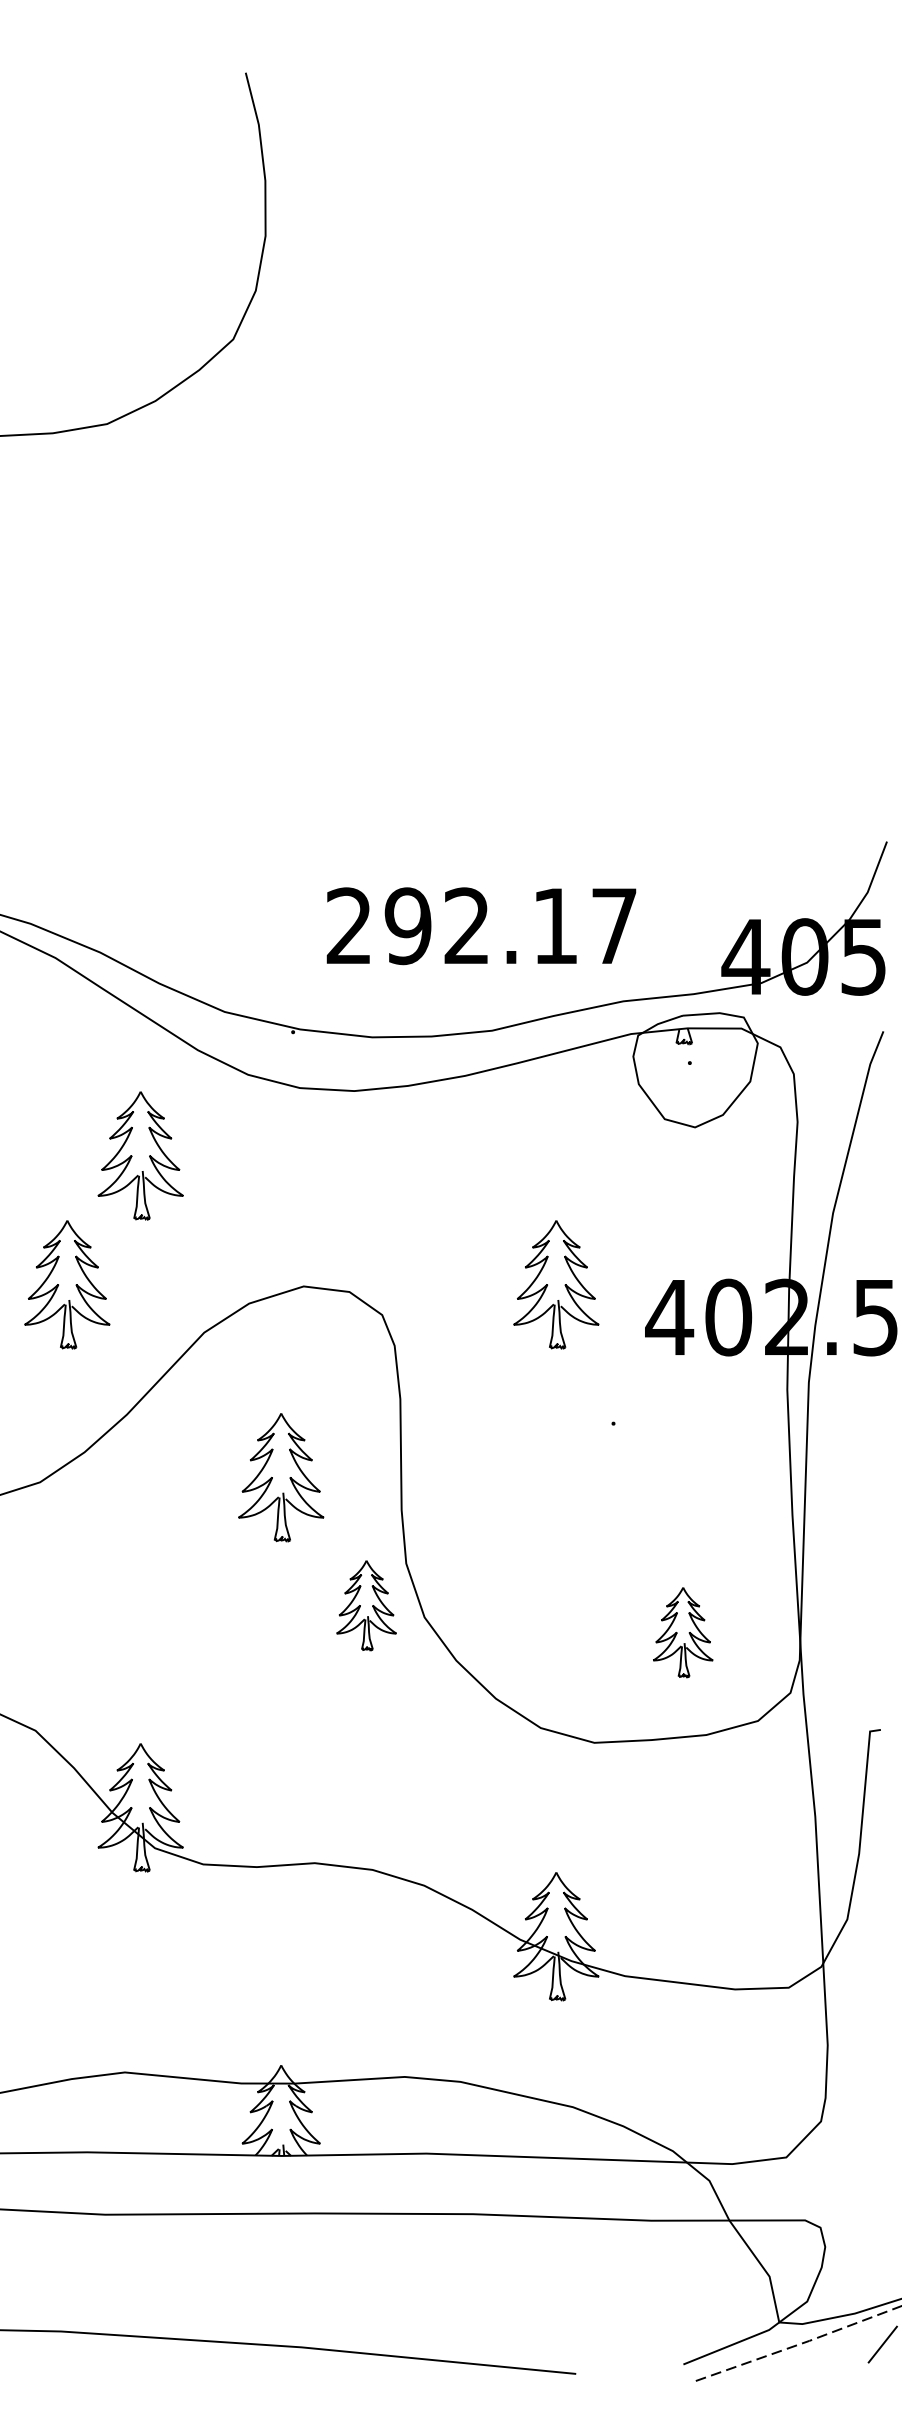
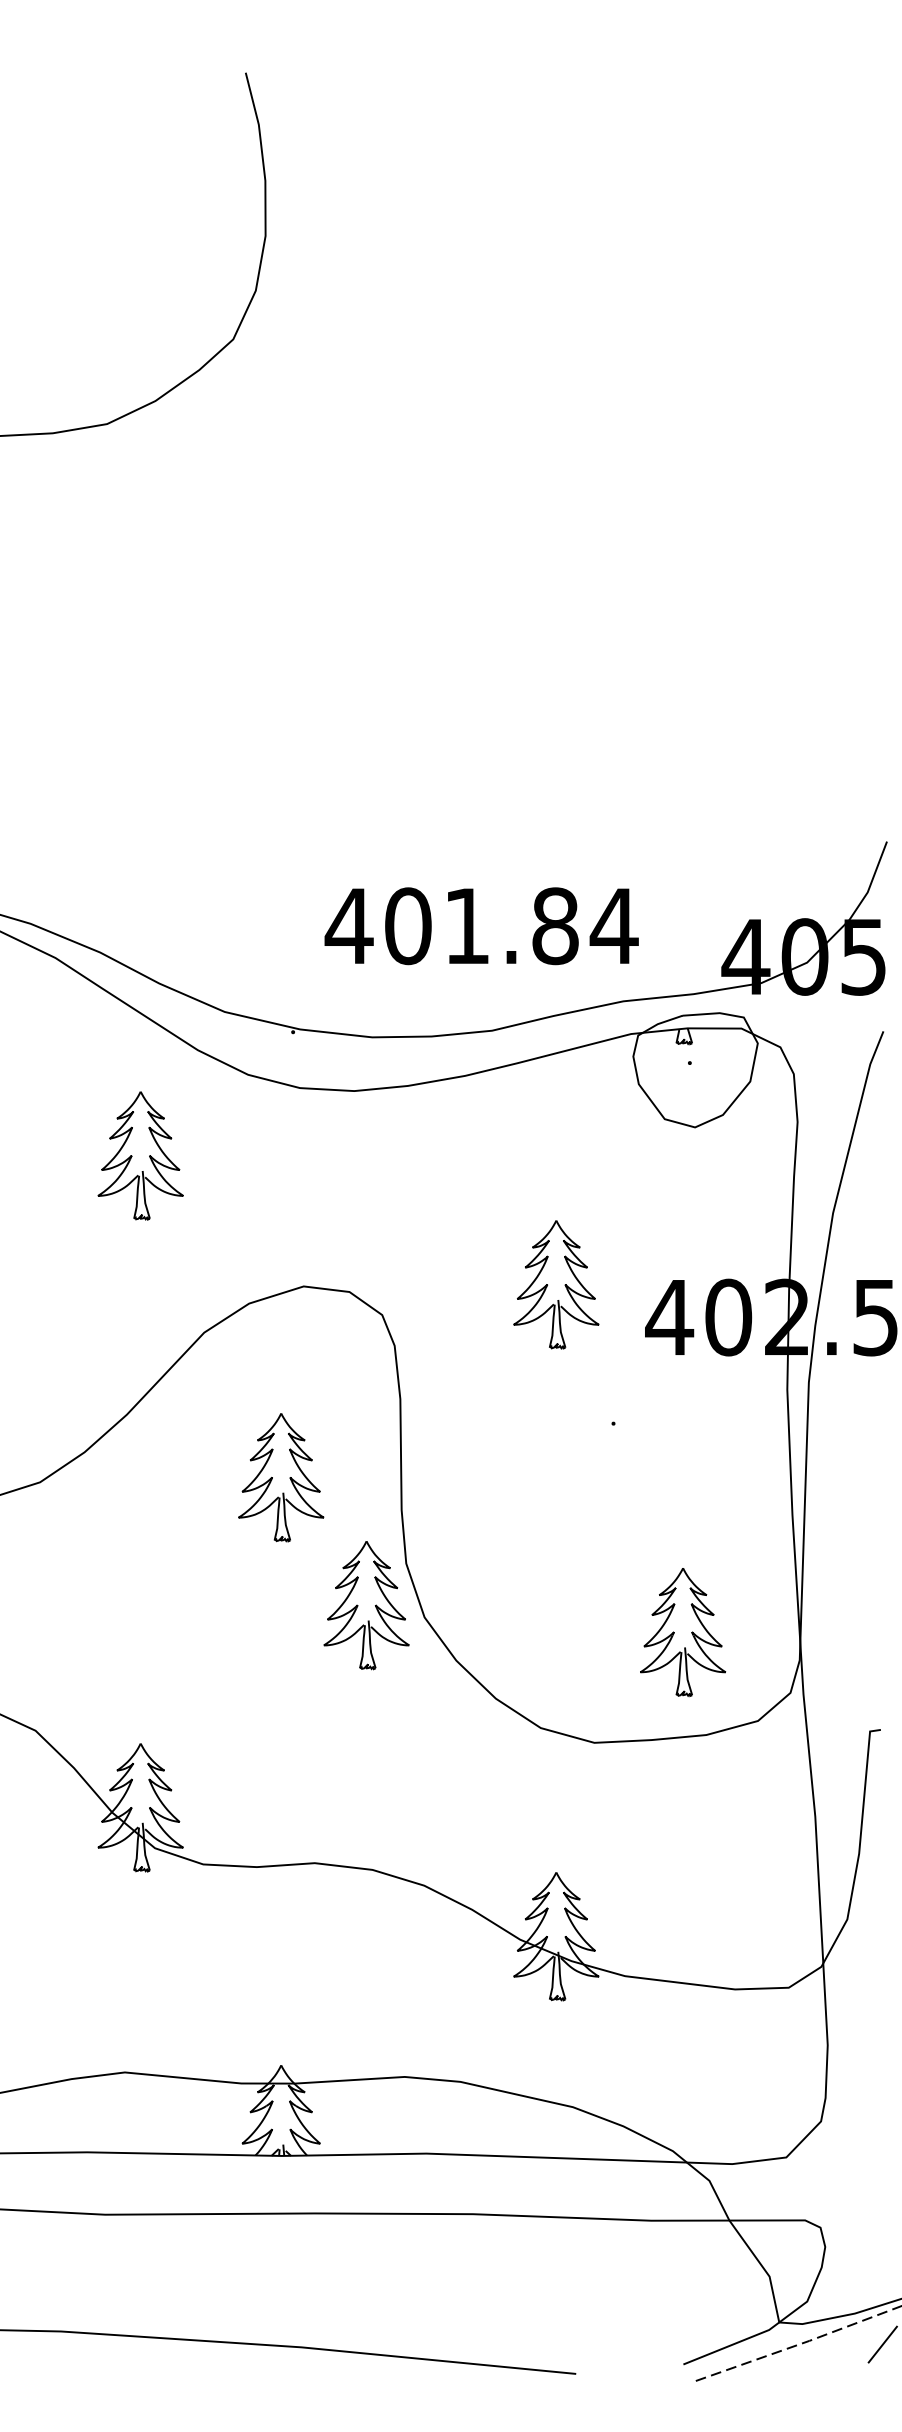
text at (481, 926): 292.17 -> 401.84
part at (67, 1284): present -> none
part at (366, 1605) size: 61x92 px -> 87x130 px
part at (683, 1632) size: 61x92 px -> 87x130 px
